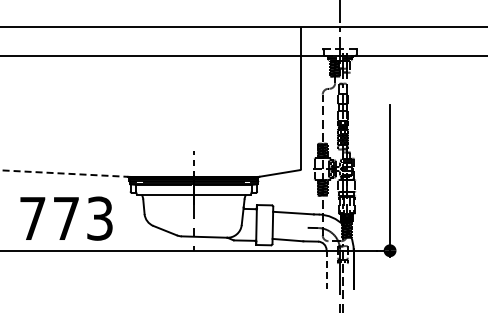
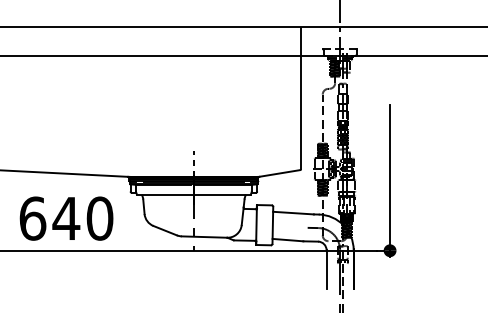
line at (64, 173): dashed -> solid
text at (66, 218): 773 -> 640
line at (326, 269): dashed -> solid
